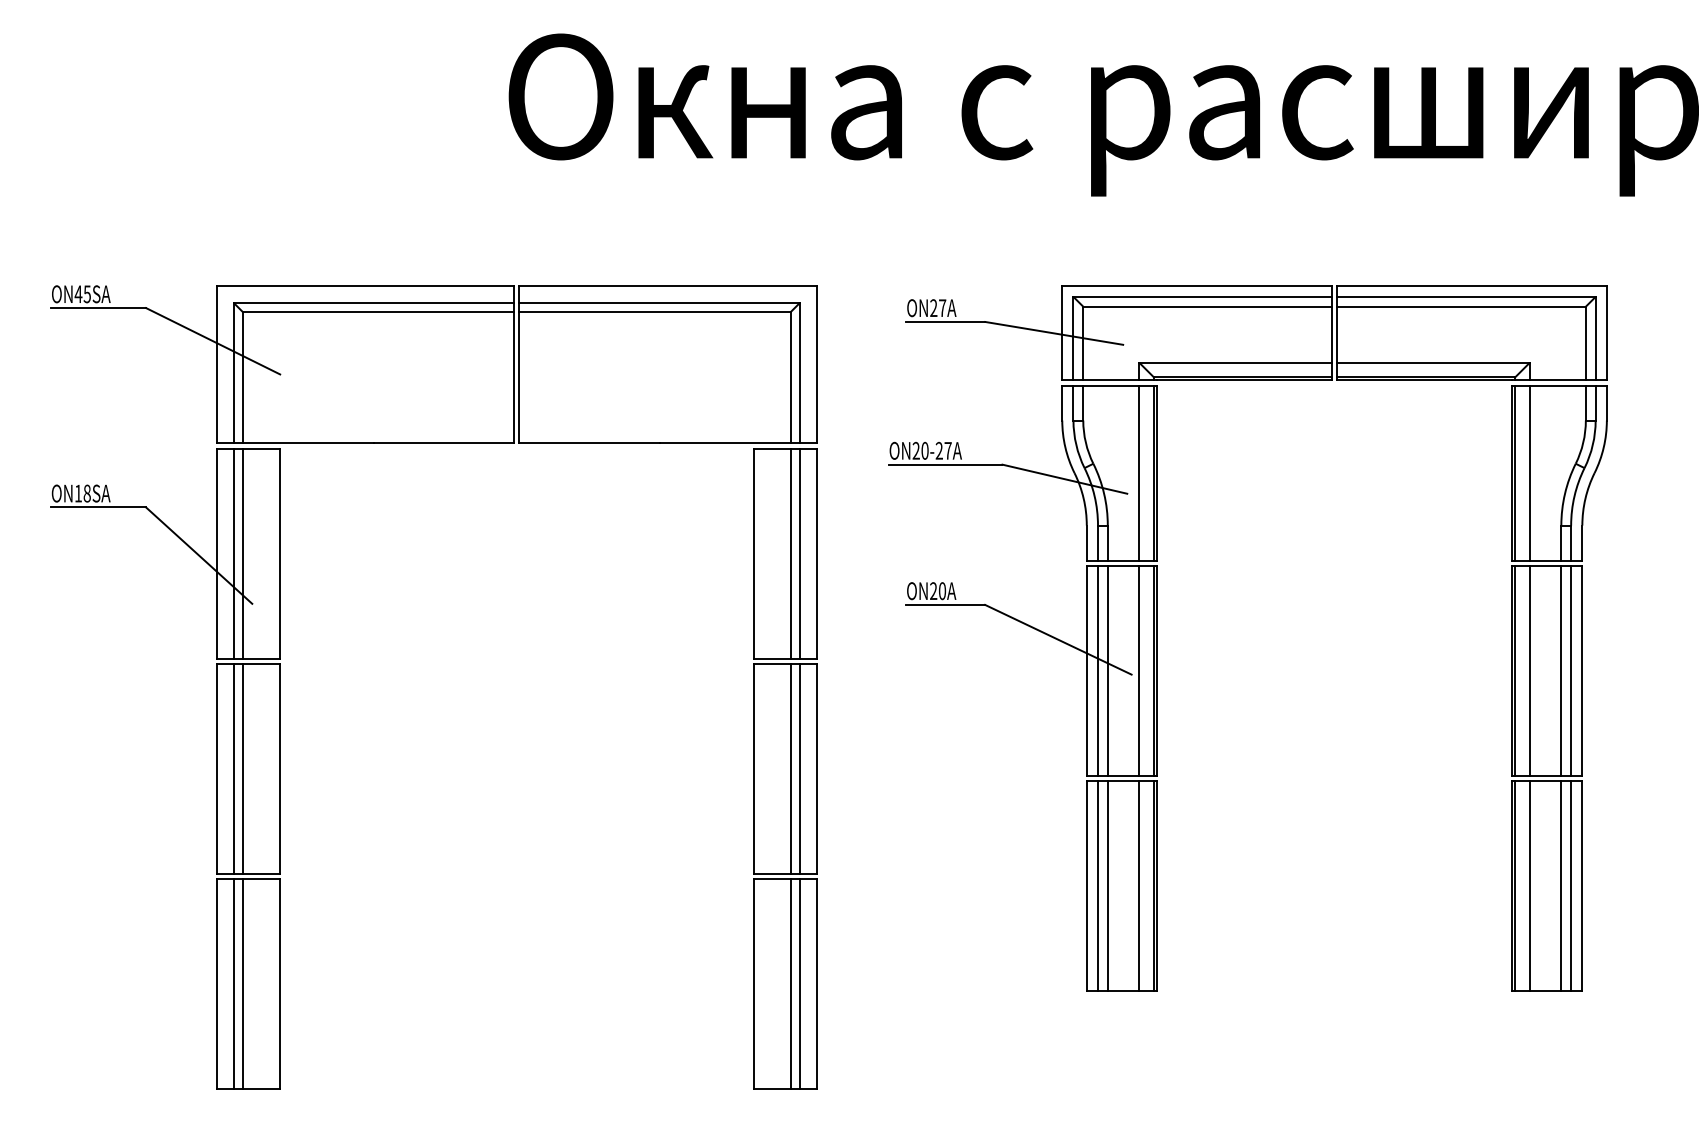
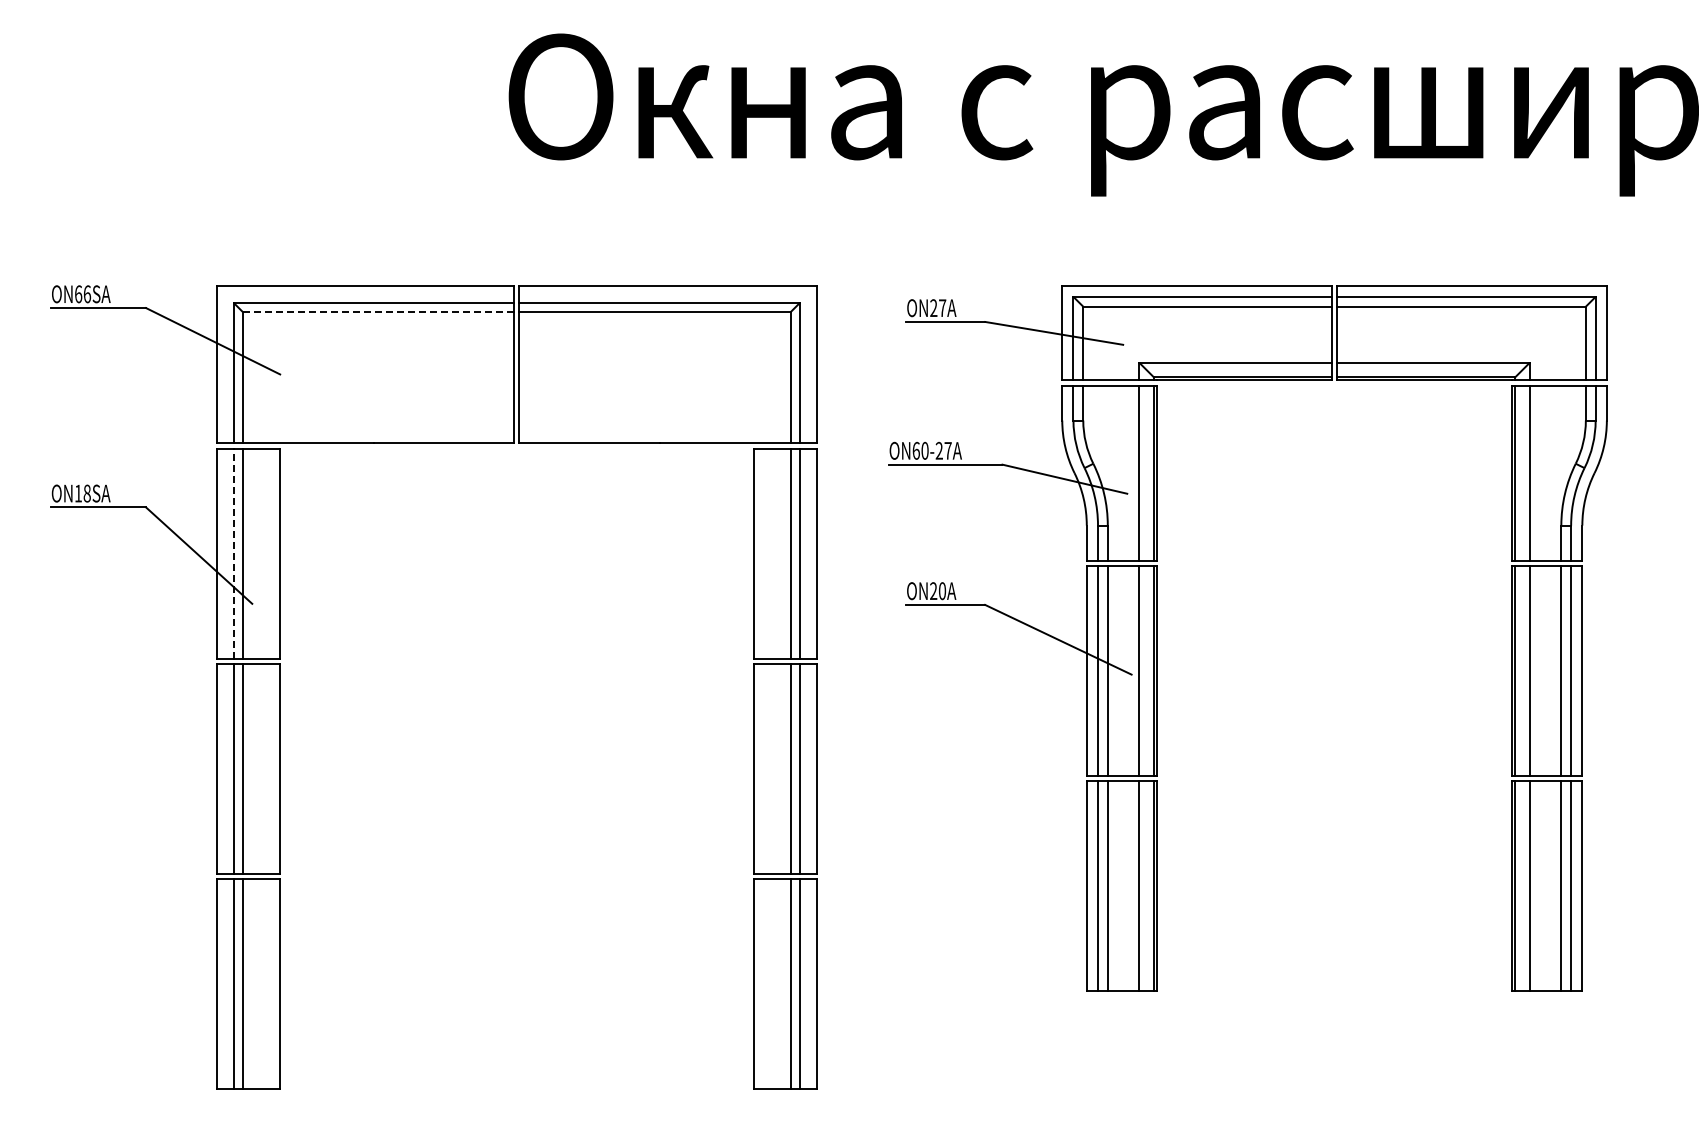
text at (82, 294): ON45SA -> ON66SA
line at (378, 311): solid -> dashed
text at (915, 450): ON20-27A -> ON60-27A
line at (234, 553): solid -> dashed
